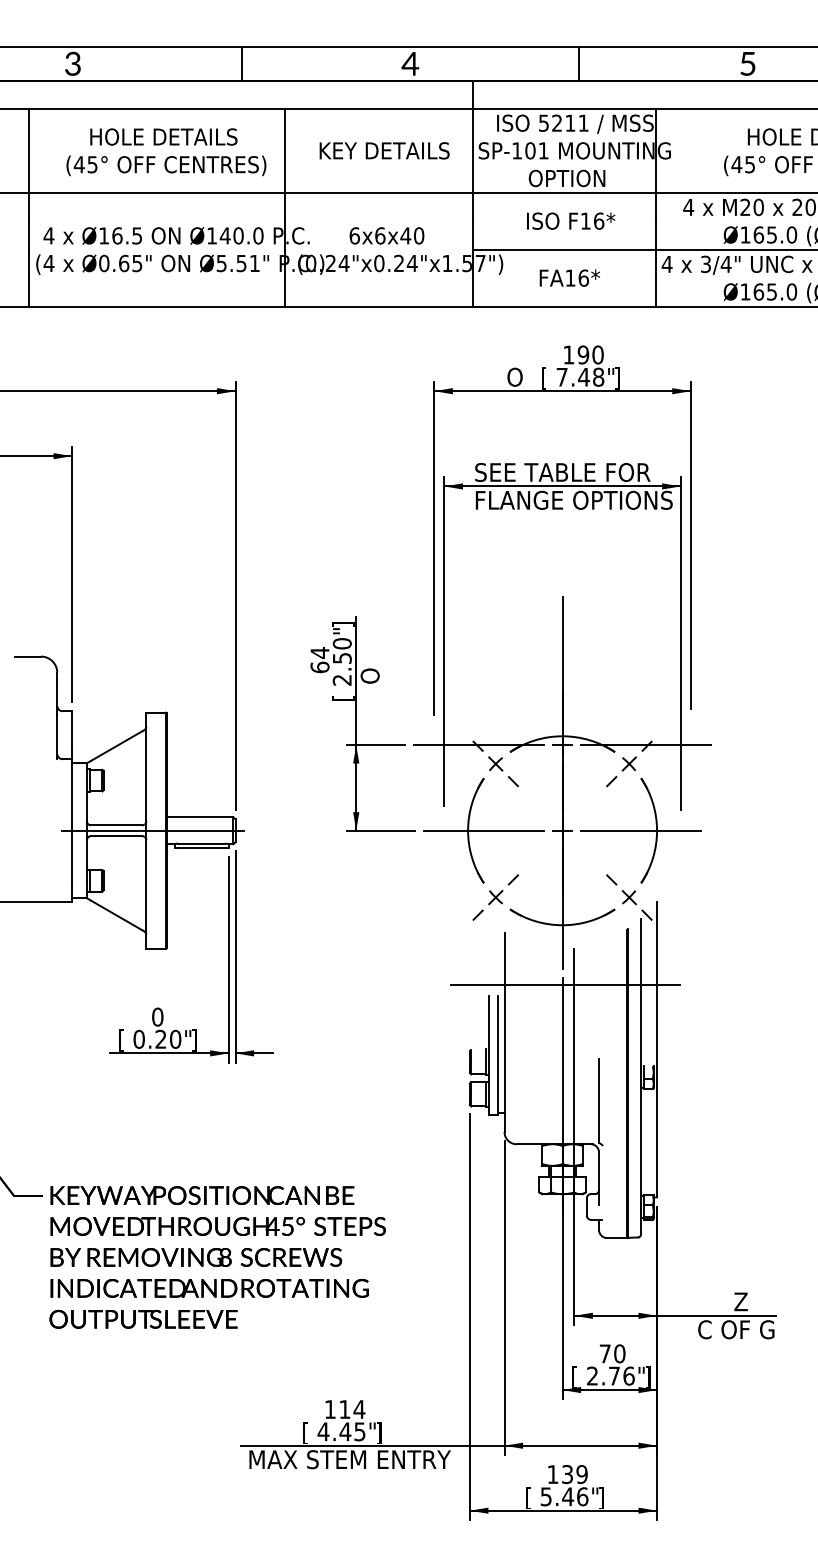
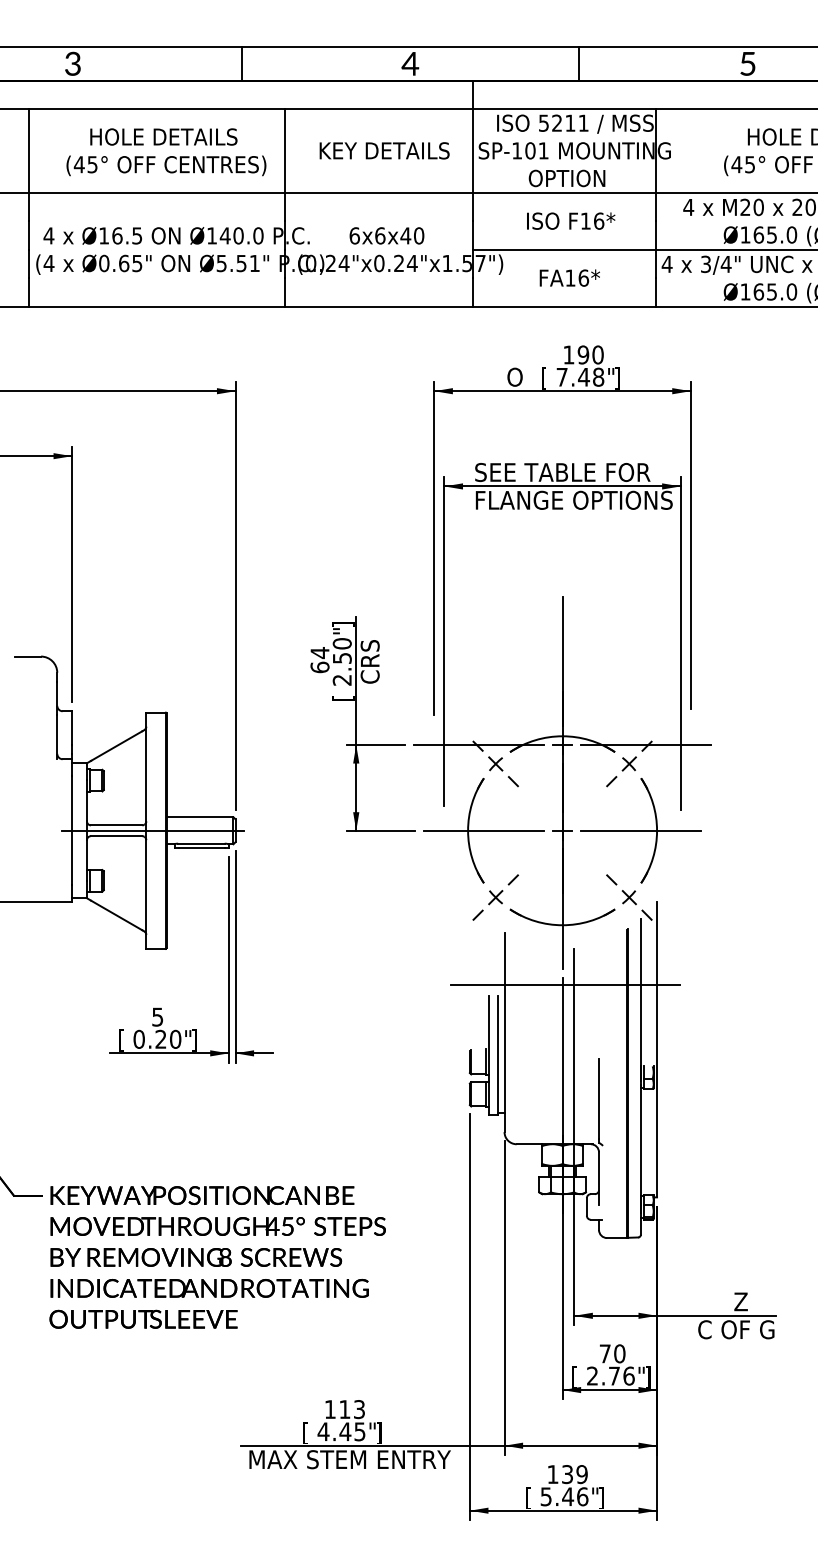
text at (369, 659): O -> CRS
text at (157, 1016): 0 -> 5
text at (359, 1409): 114 -> 113
